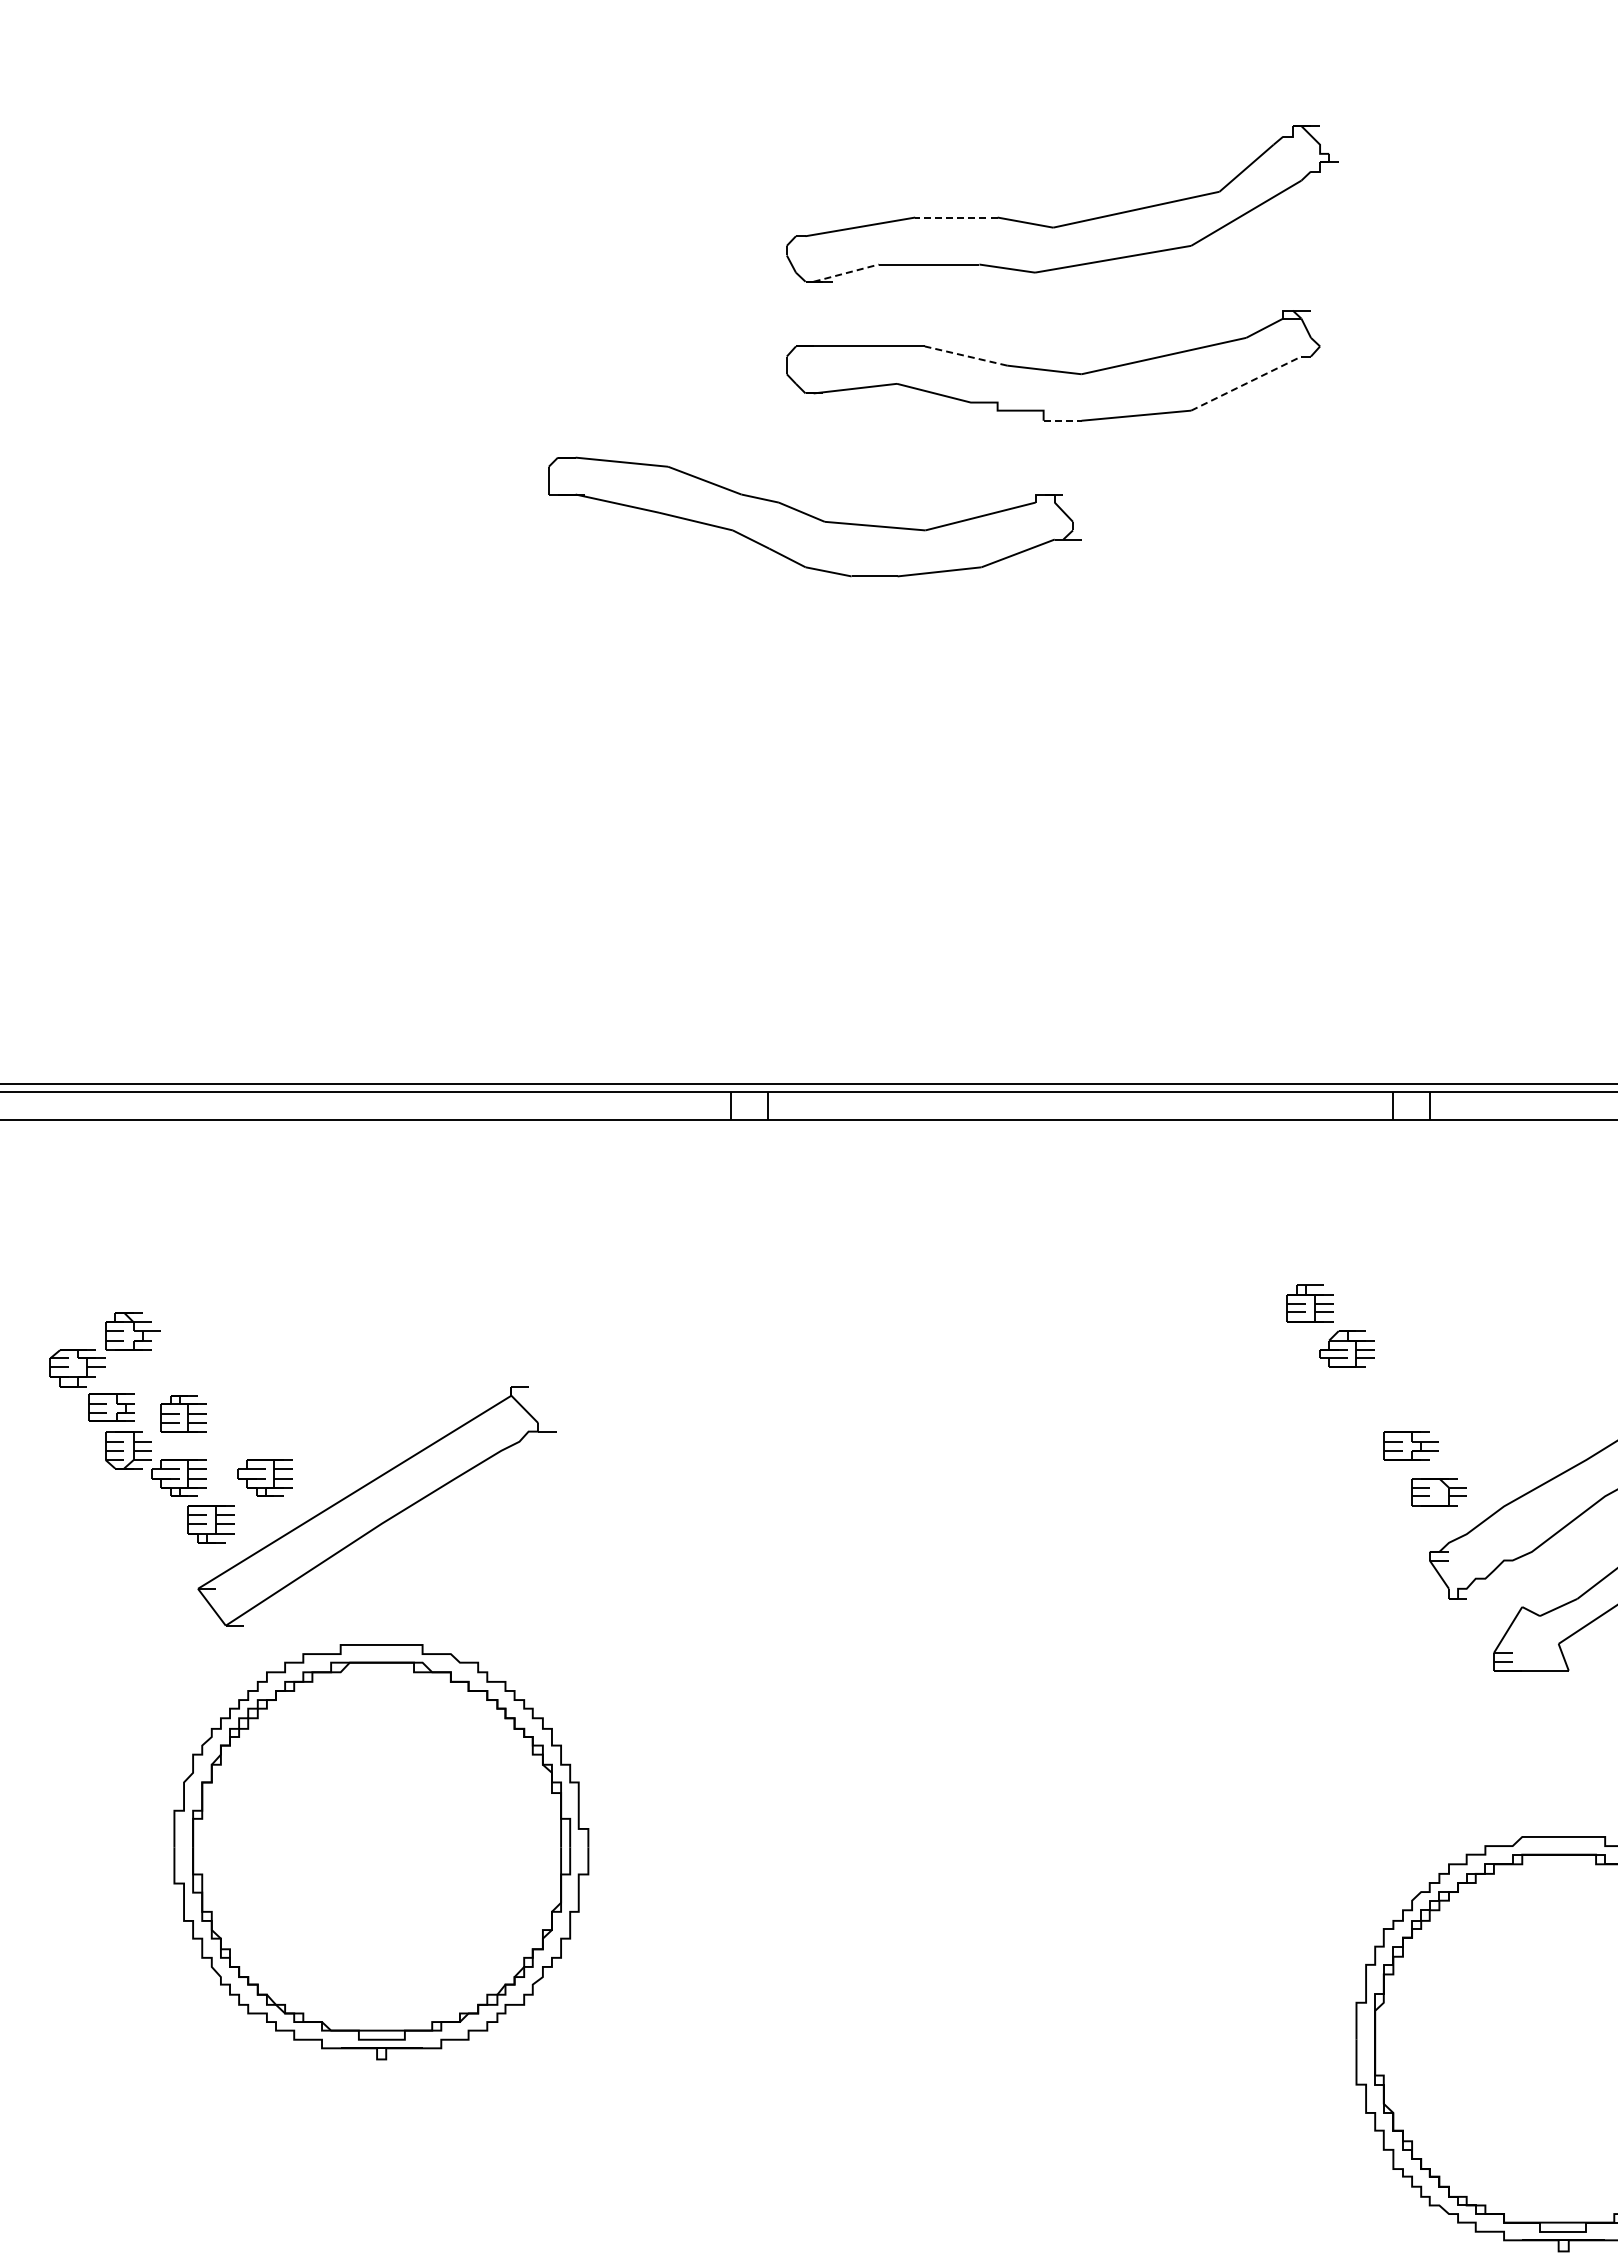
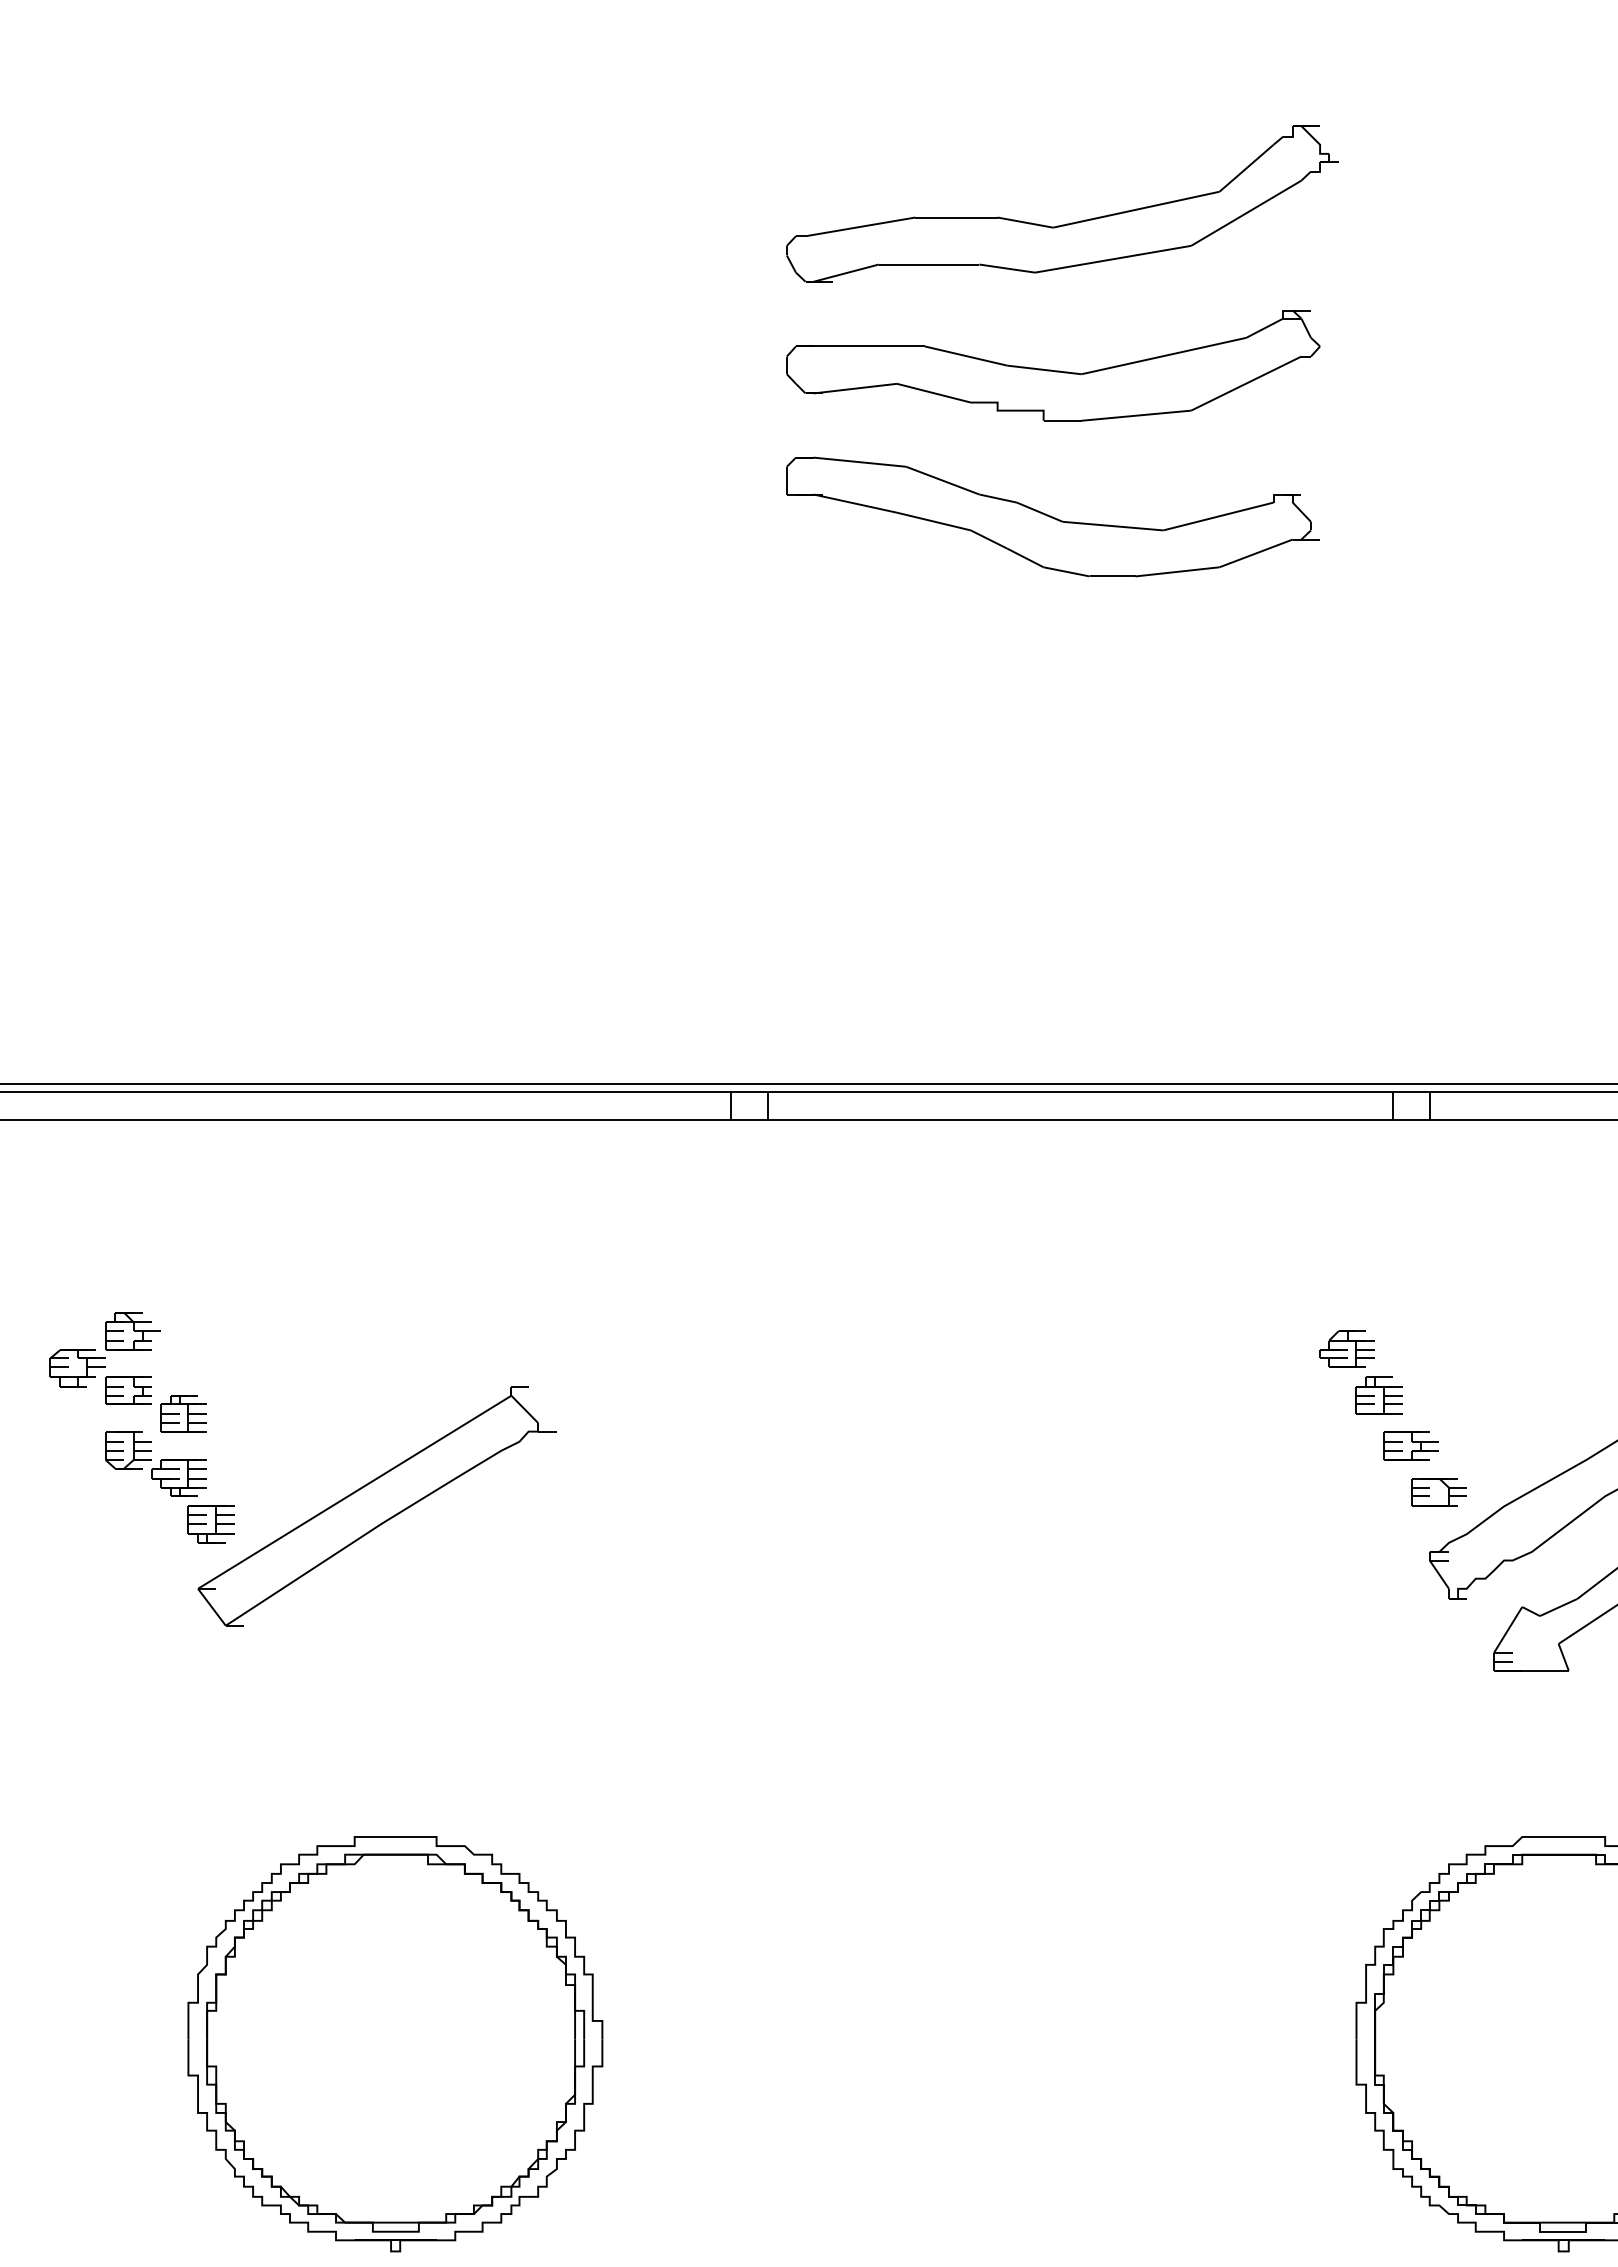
line at (955, 217): dashed -> solid
line at (846, 273): dashed -> solid
line at (965, 355): dashed -> solid
line at (1246, 383): dashed -> solid
line at (1062, 420): dashed -> solid
part at (814, 516) position: (814, 516) -> (1052, 516)
part at (1309, 1303) position: (1309, 1303) -> (1378, 1395)
part at (111, 1407) position: (111, 1407) -> (128, 1390)
part at (264, 1477): present -> none
part at (381, 1852) position: (381, 1852) -> (395, 2044)
